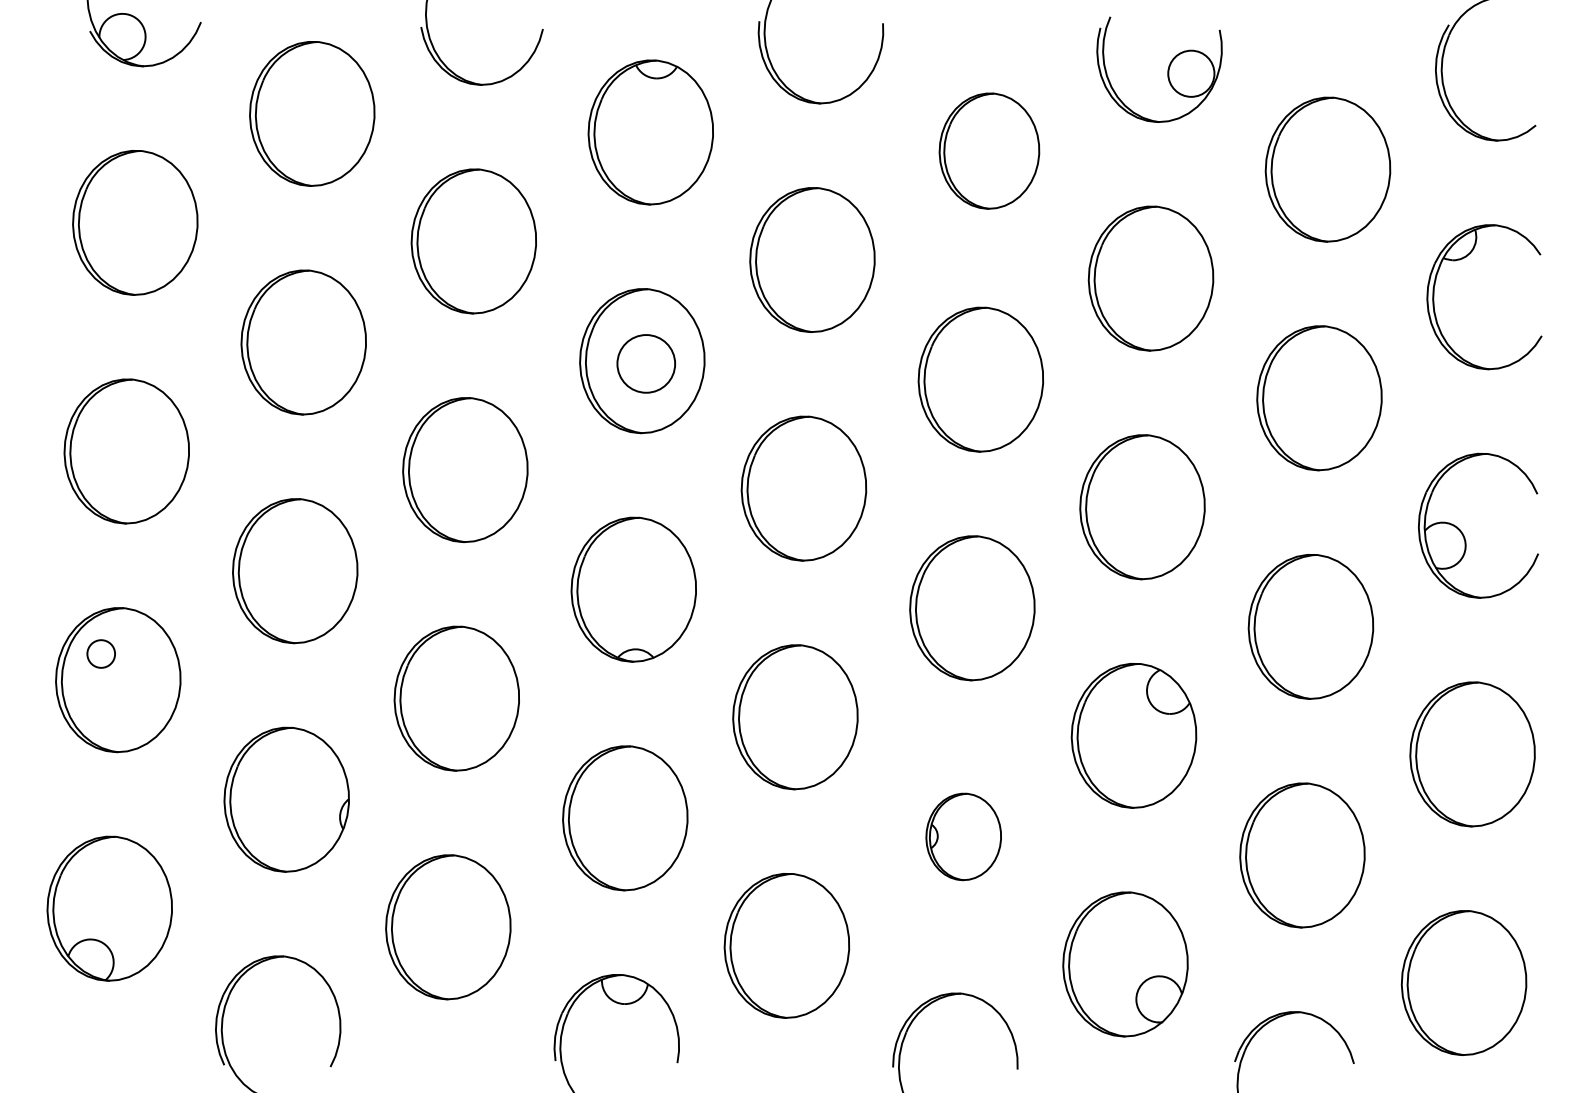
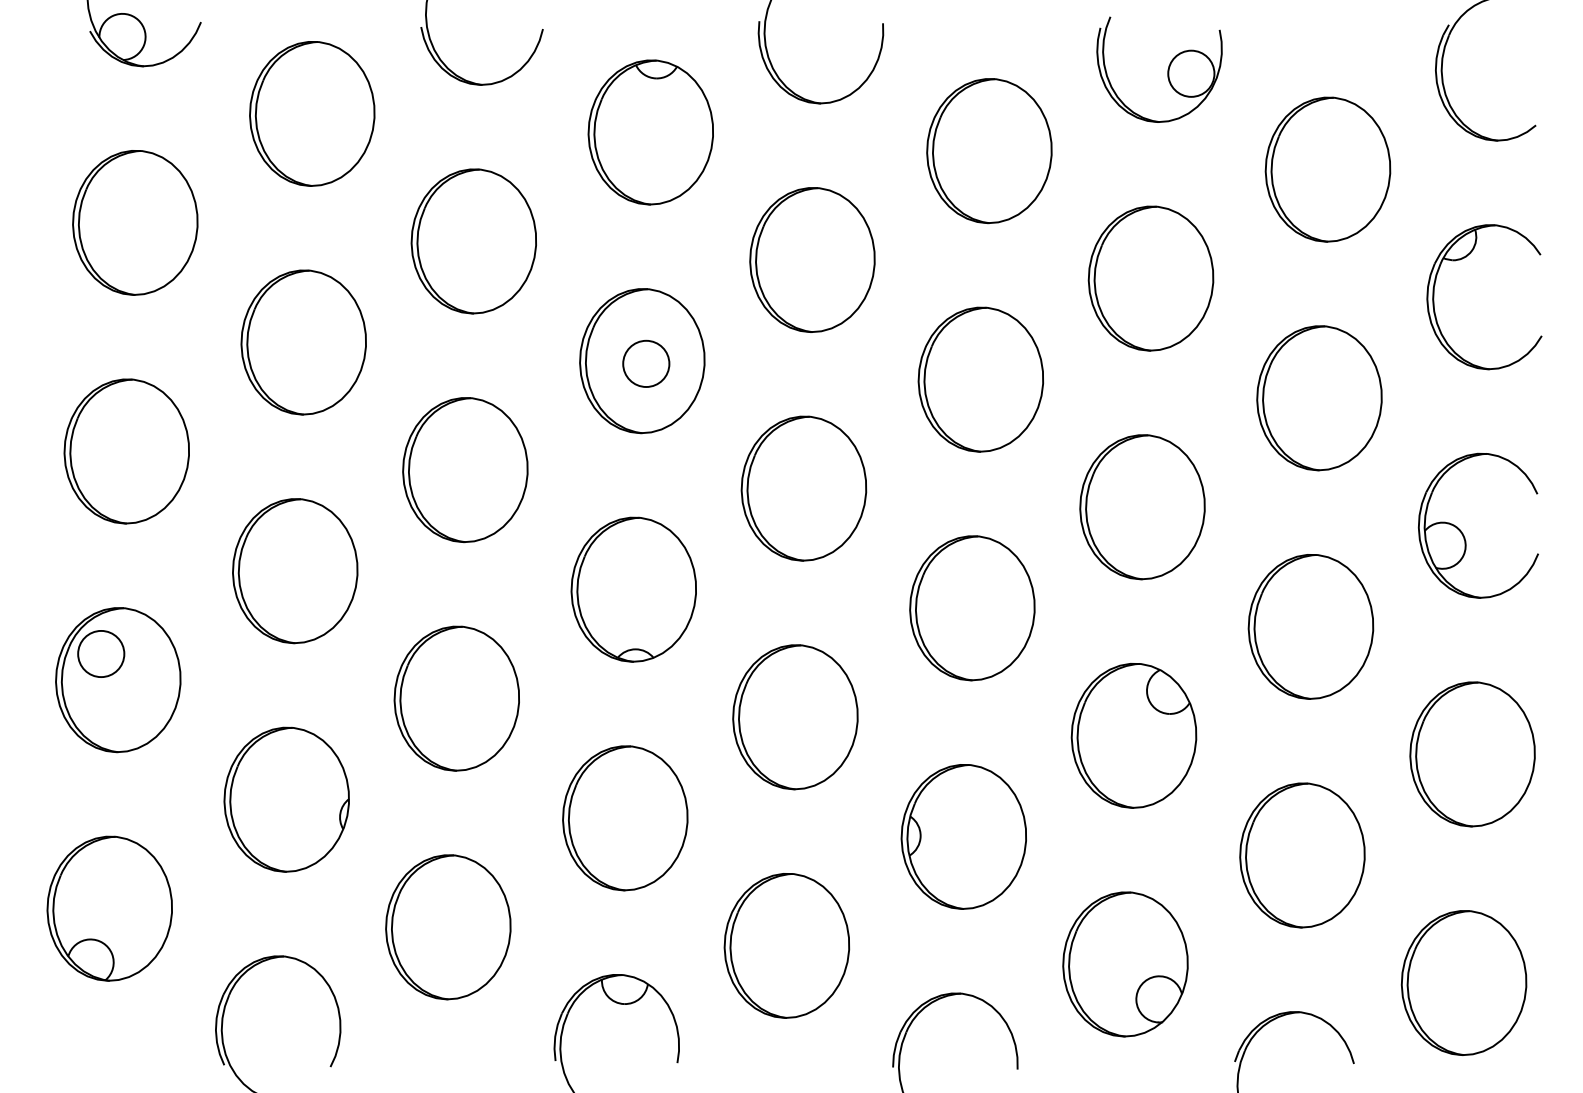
part at (989, 150) size: 103x118 px -> 127x147 px
circle at (646, 363) diameter: 58 px -> 46 px
circle at (101, 653) diameter: 28 px -> 46 px
part at (963, 836) size: 77x90 px -> 127x146 px
